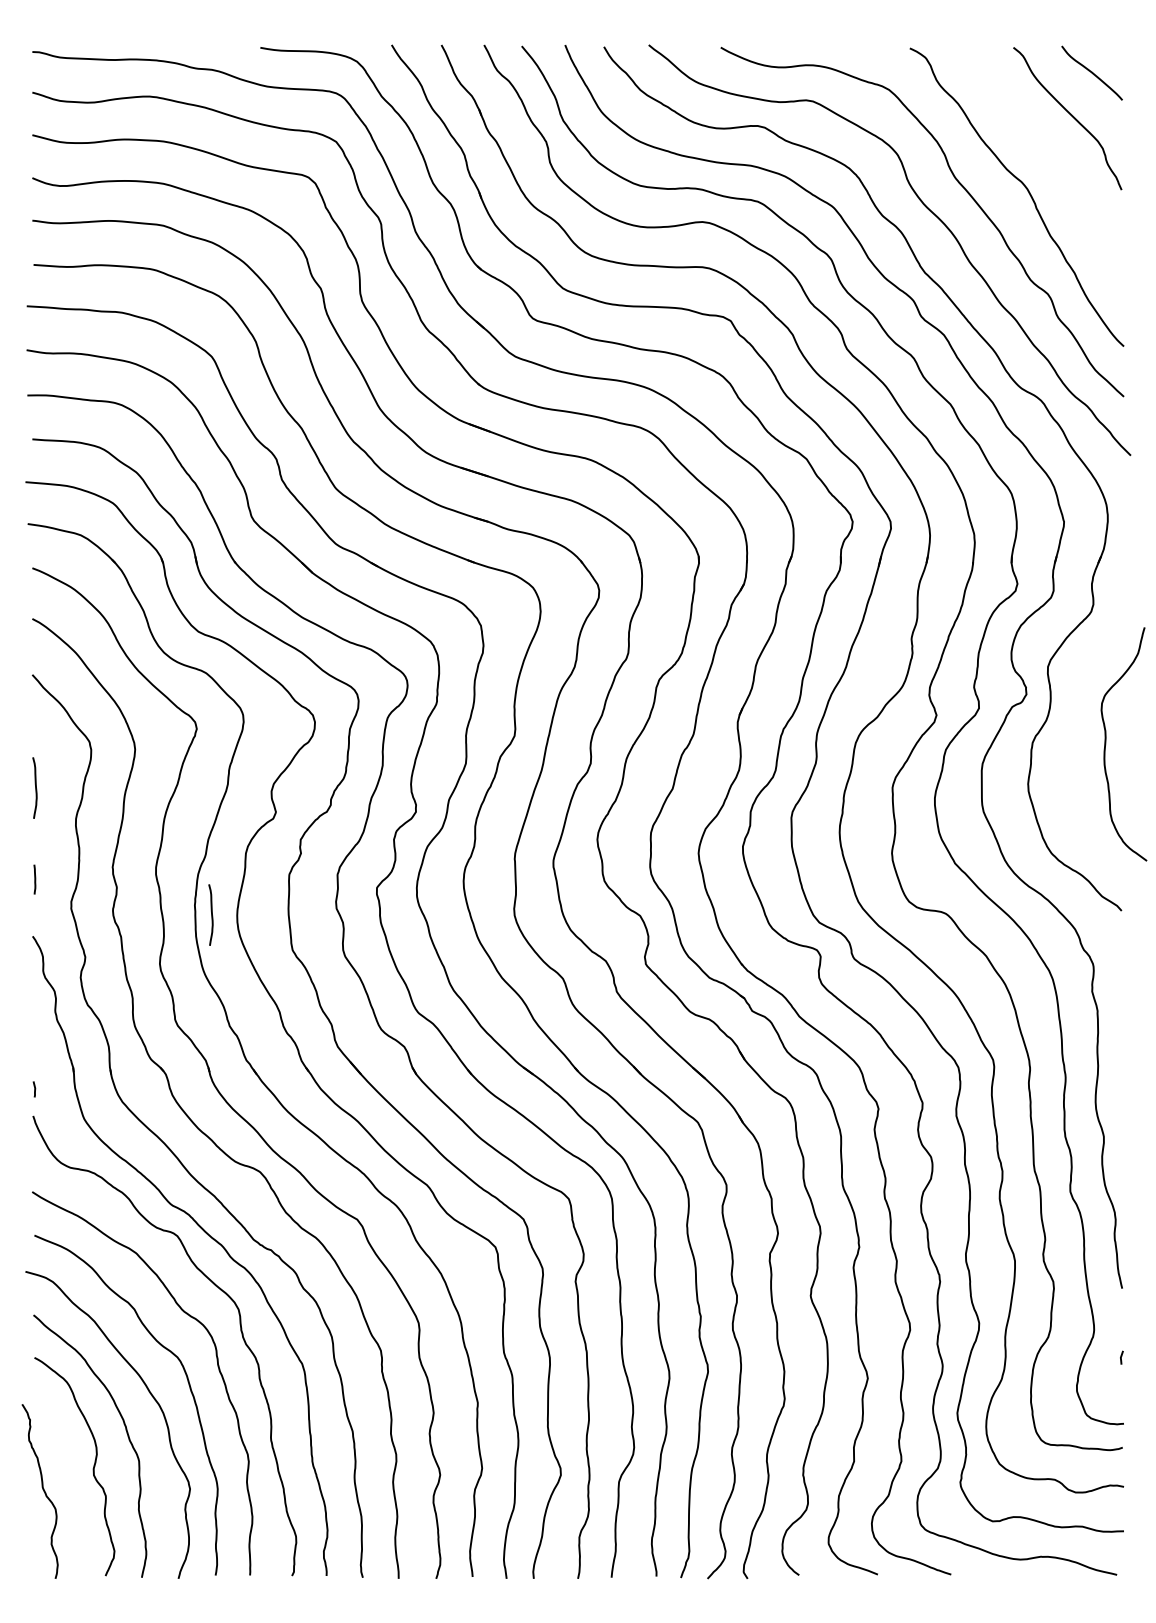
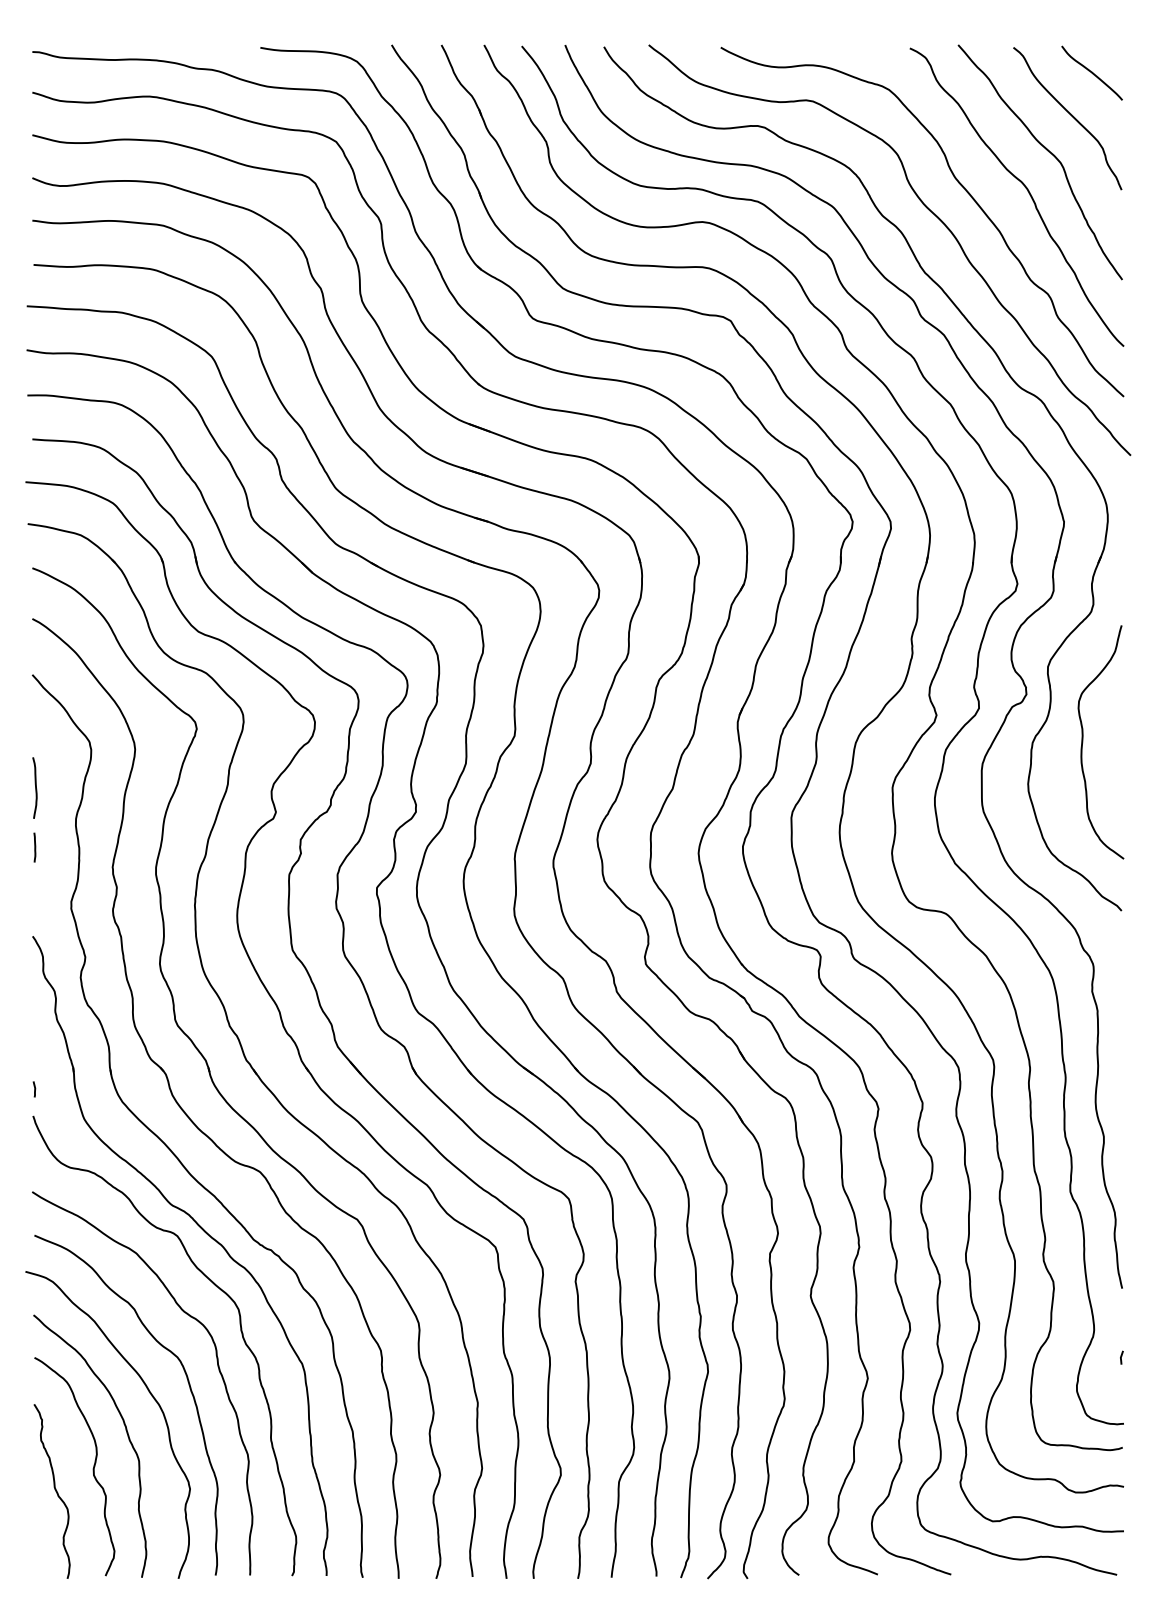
curve at (1048, 152): none -> present
curve at (1106, 744) position: (1106, 744) -> (1083, 742)
line at (34, 879) position: (34, 879) -> (34, 847)
curve at (211, 914): present -> none
curve at (42, 1489) position: (42, 1489) -> (54, 1489)
